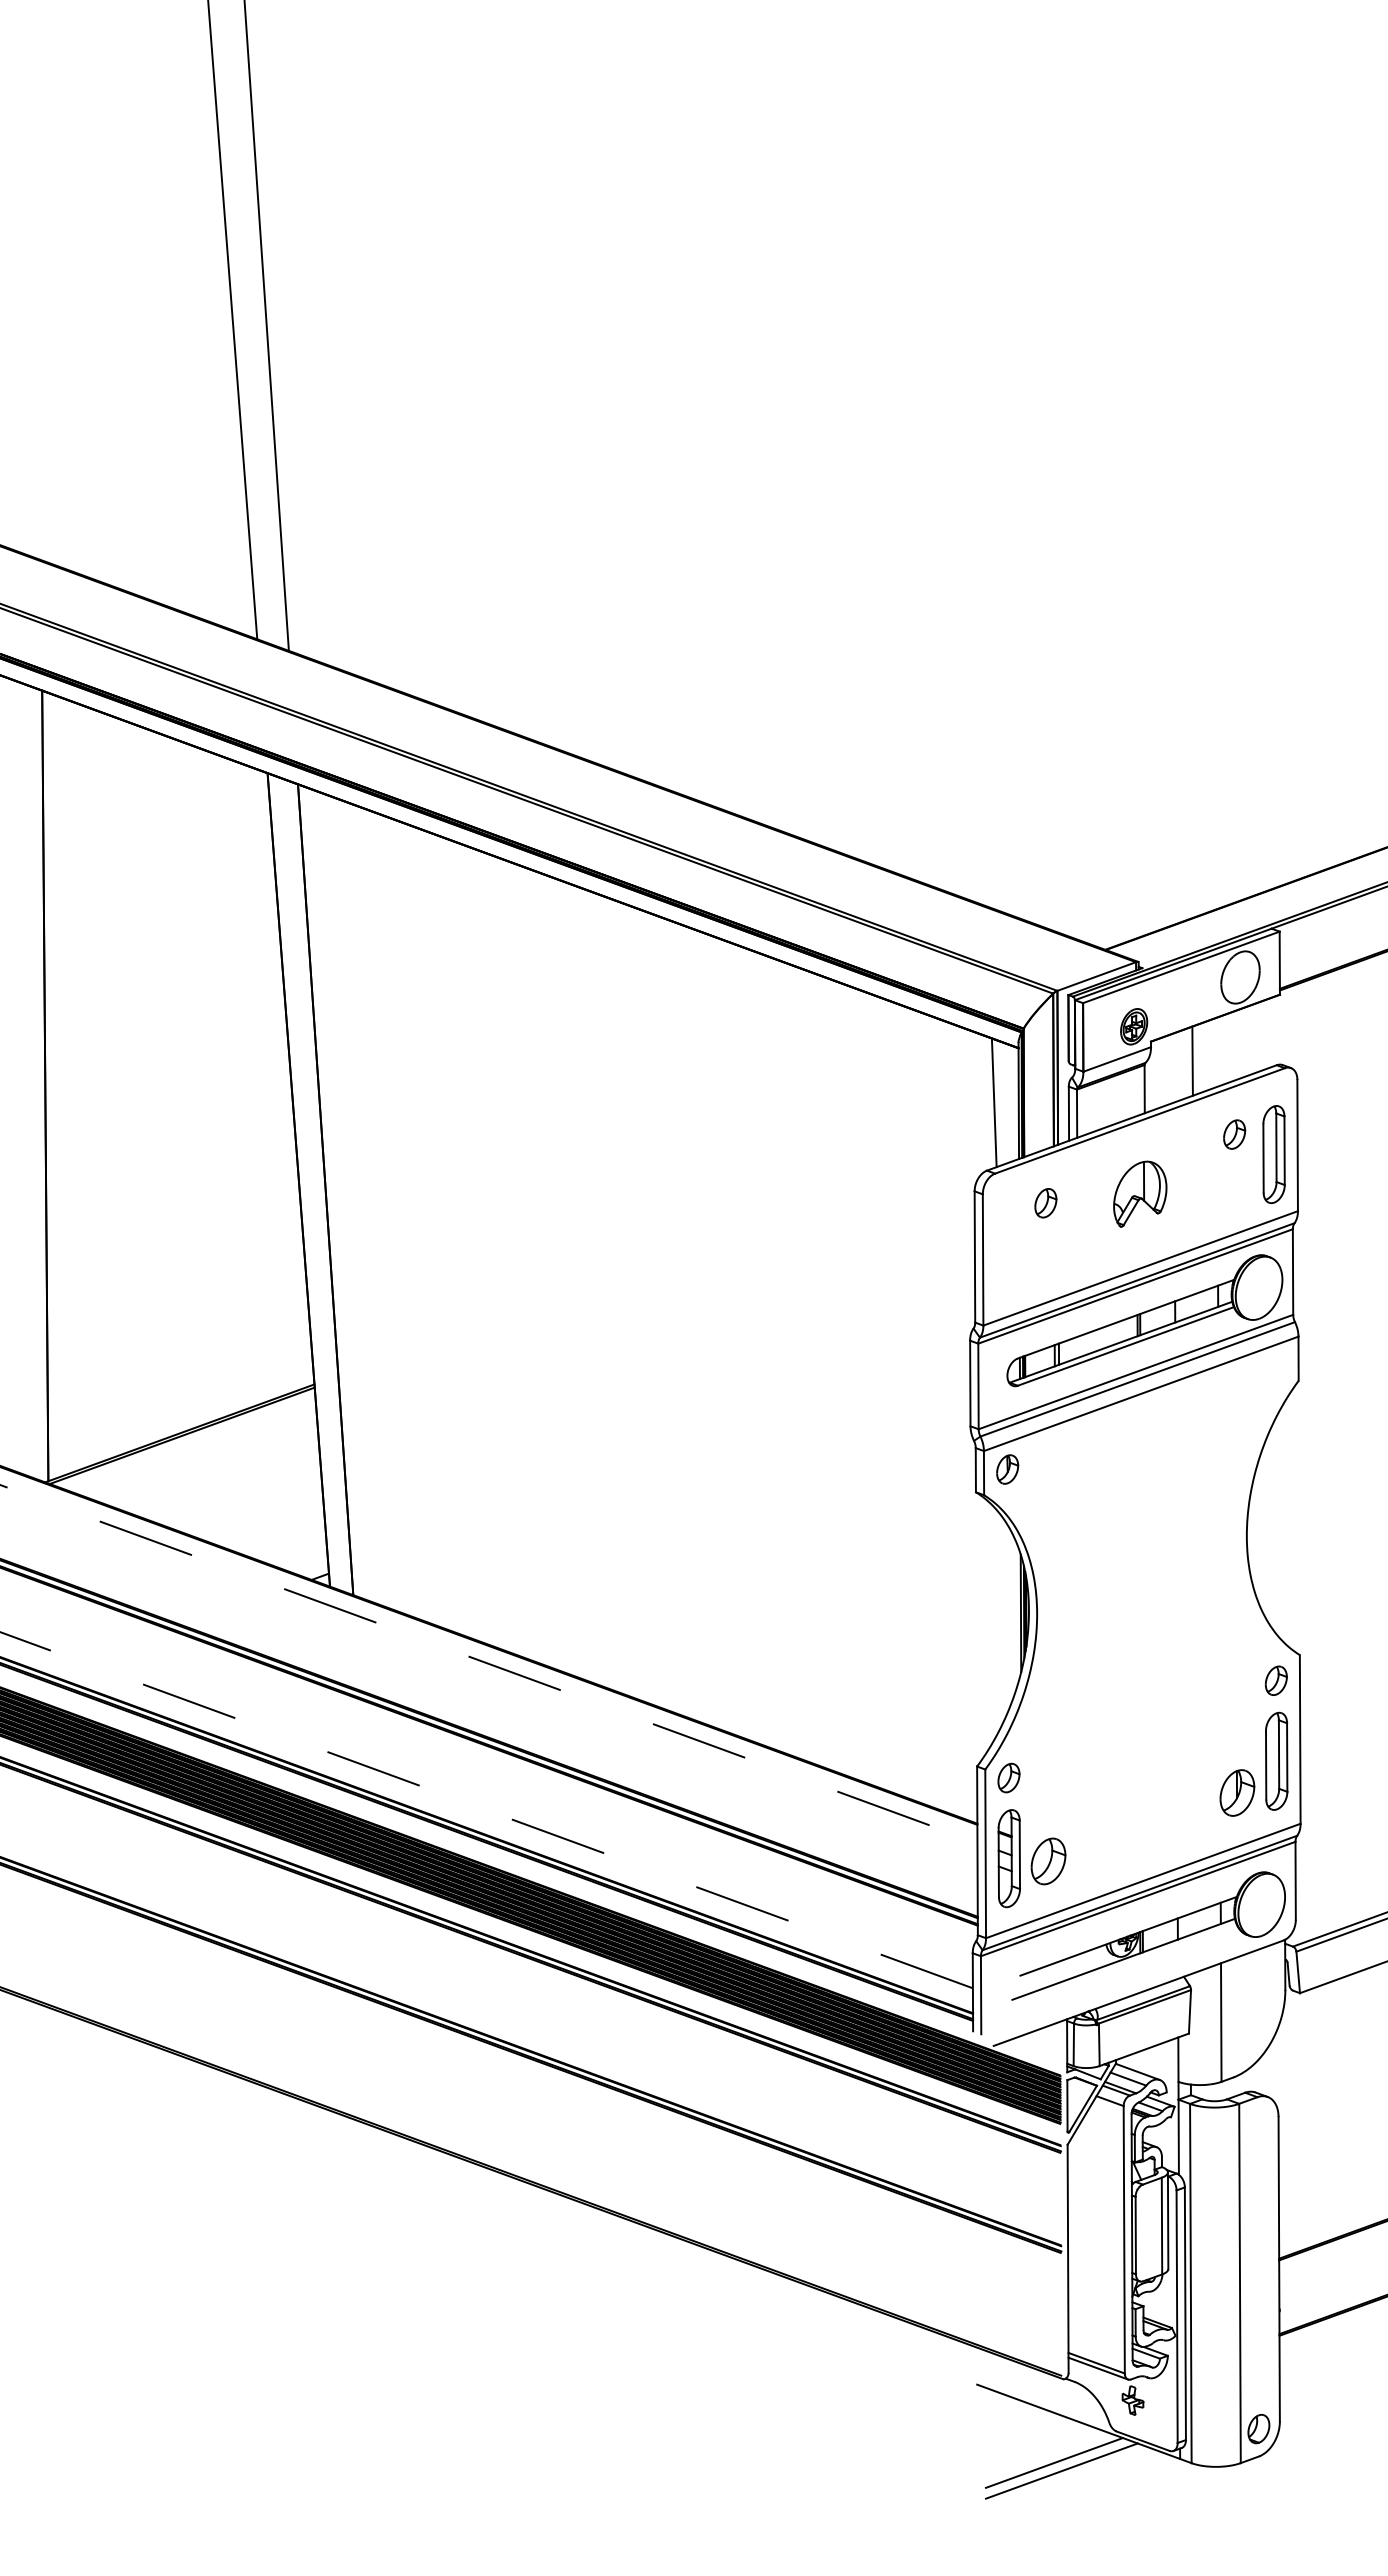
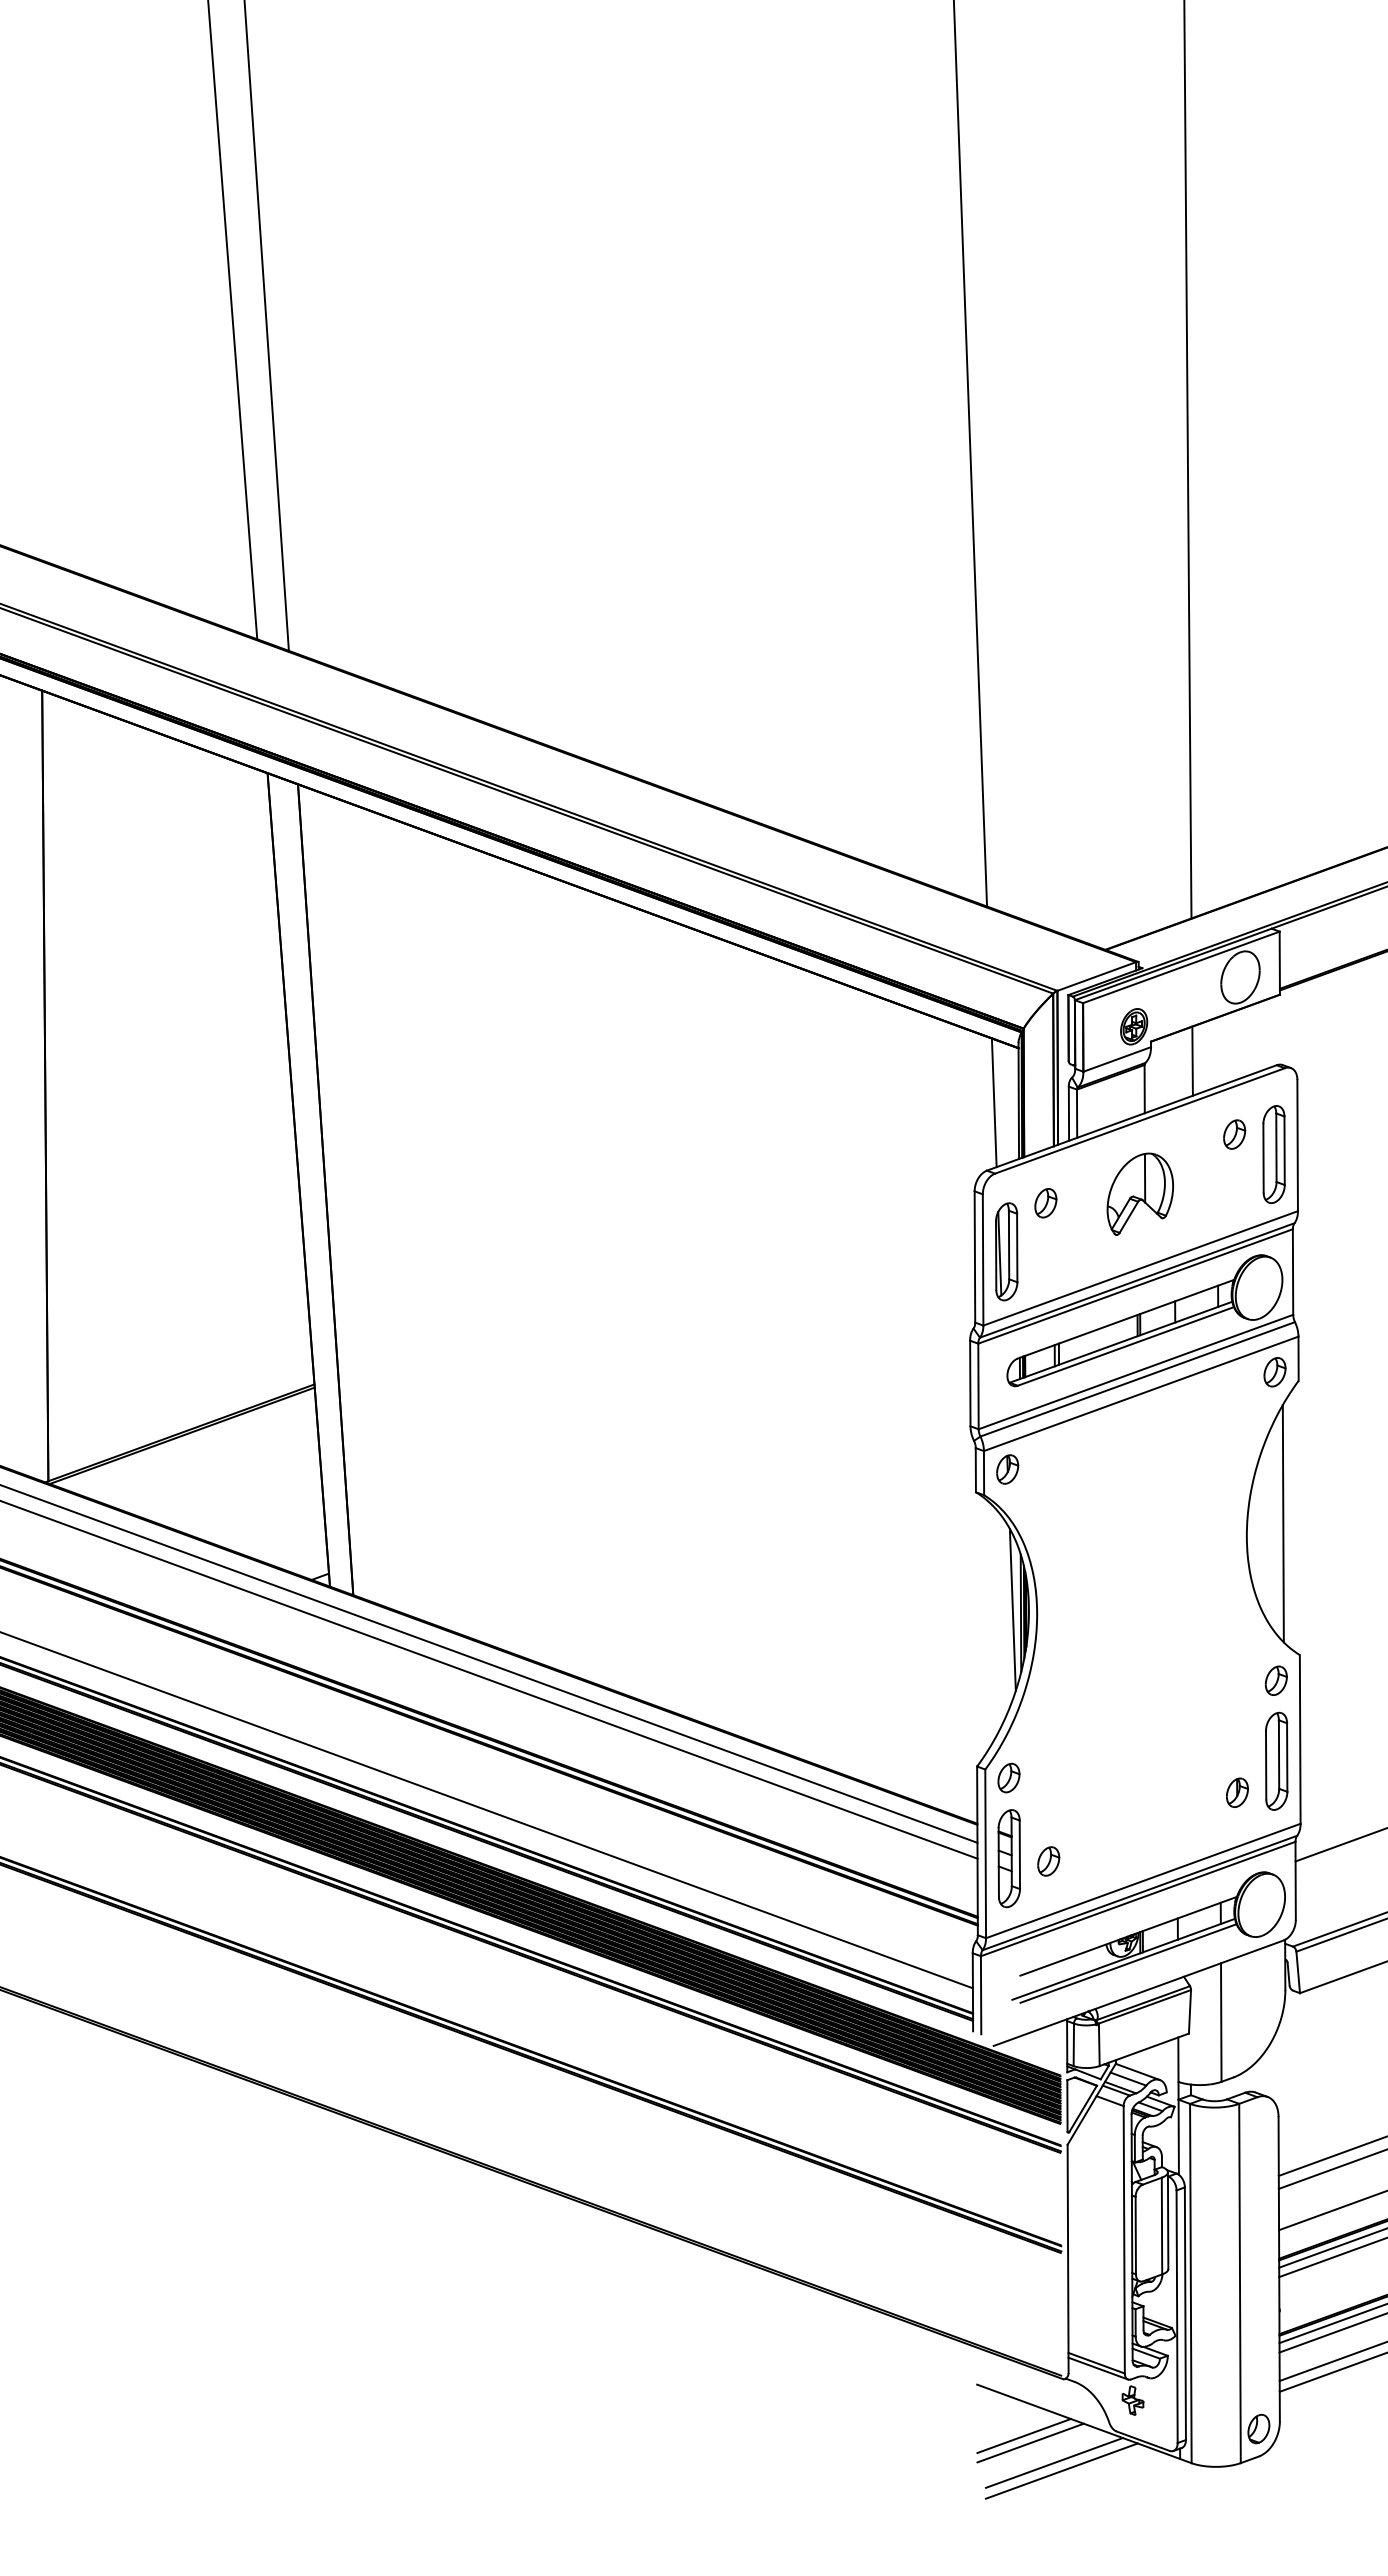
line at (970, 454): none -> present
line at (1187, 460): none -> present
part at (1140, 1193) size: 55x68 px -> 68x84 px
part at (1006, 1251): none -> present
part at (1274, 1372): none -> present
line at (1282, 1523): none -> present
line at (1012, 1609): none -> present
line at (489, 1664): dashed -> solid
line at (489, 1679): none -> present
part at (1237, 1792) size: 37x48 px -> 23x31 px
line at (486, 1810): dashed -> solid
line at (1339, 1844): none -> present
part at (1048, 1861) size: 37x49 px -> 24x31 px
line at (1128, 1963): none -> present
line at (1331, 2156): none -> present
line at (1331, 2169): none -> present
line at (1331, 2210): none -> present
line at (1331, 2248): none -> present
line at (1331, 2257): none -> present
line at (1331, 2323): none -> present
line at (1331, 2333): none -> present
line at (1331, 2361): none -> present
line at (1331, 2372): none -> present
line at (1023, 2436): none -> present
line at (1030, 2442): none -> present
